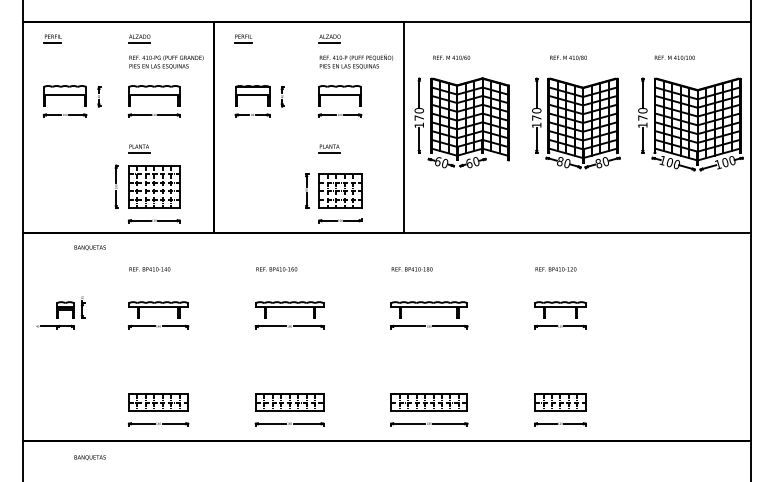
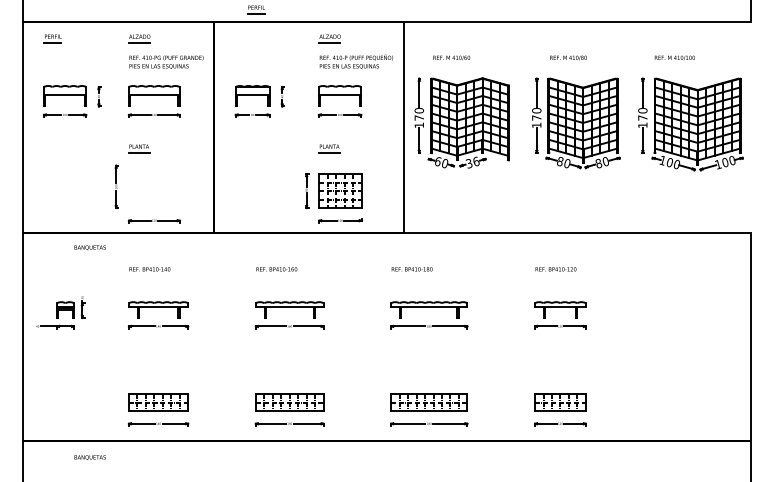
part at (243, 38) position: (243, 38) -> (256, 9)
line at (750, 127): present -> none
text at (472, 162): 60 -> 36
part at (154, 186): present -> none
